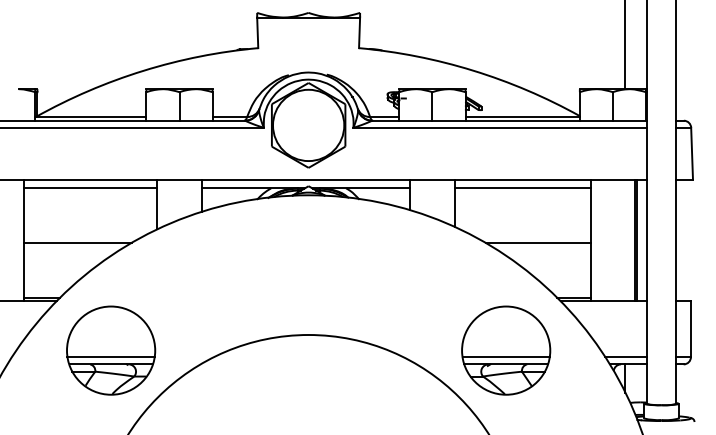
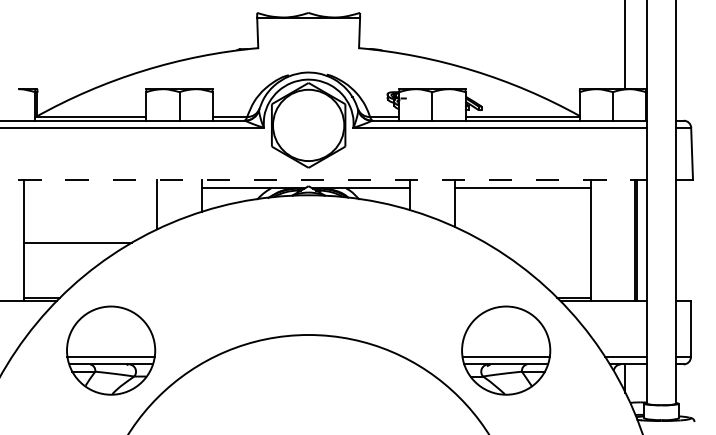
line at (324, 179): solid -> dashed
line at (90, 188): present -> none
line at (537, 242): present -> none
